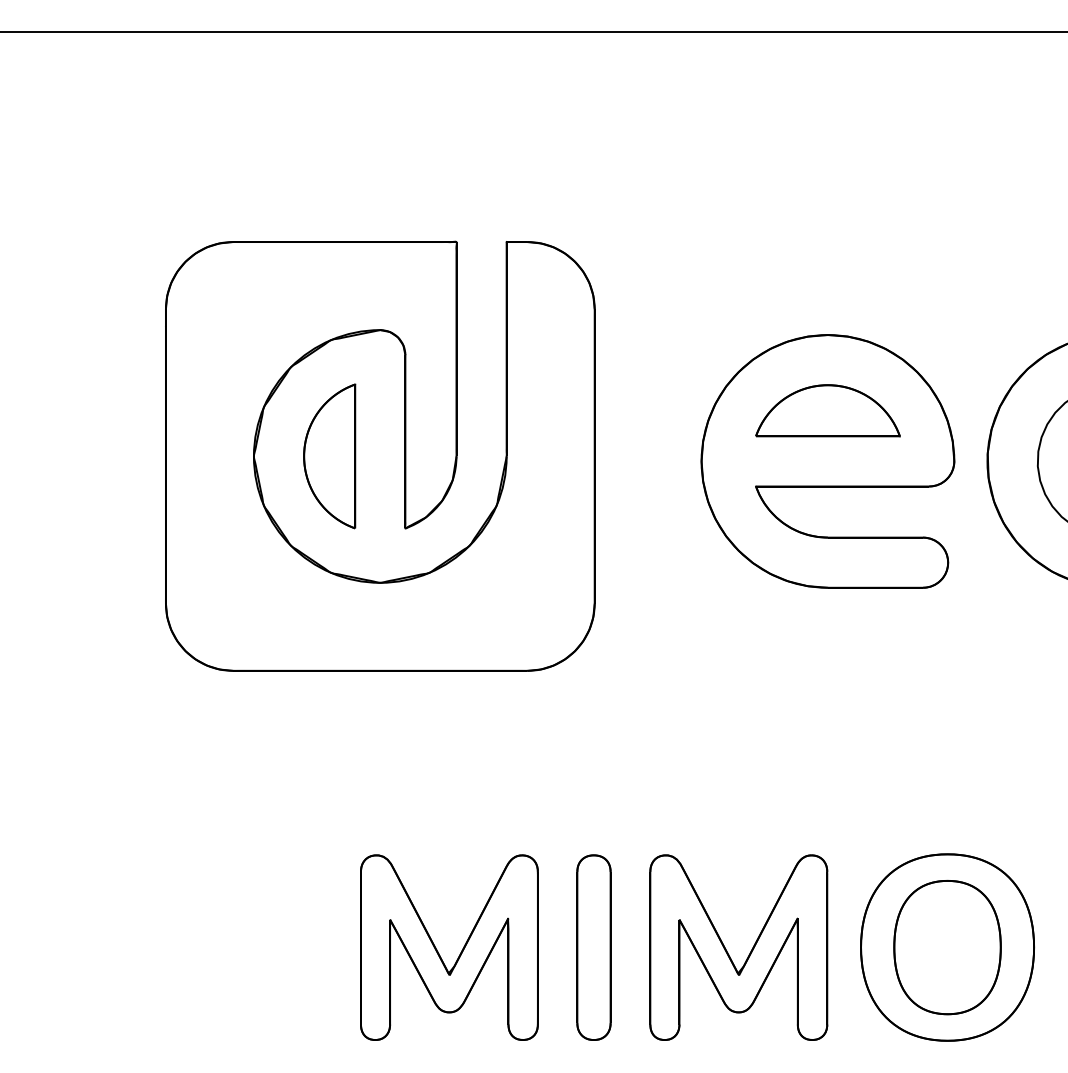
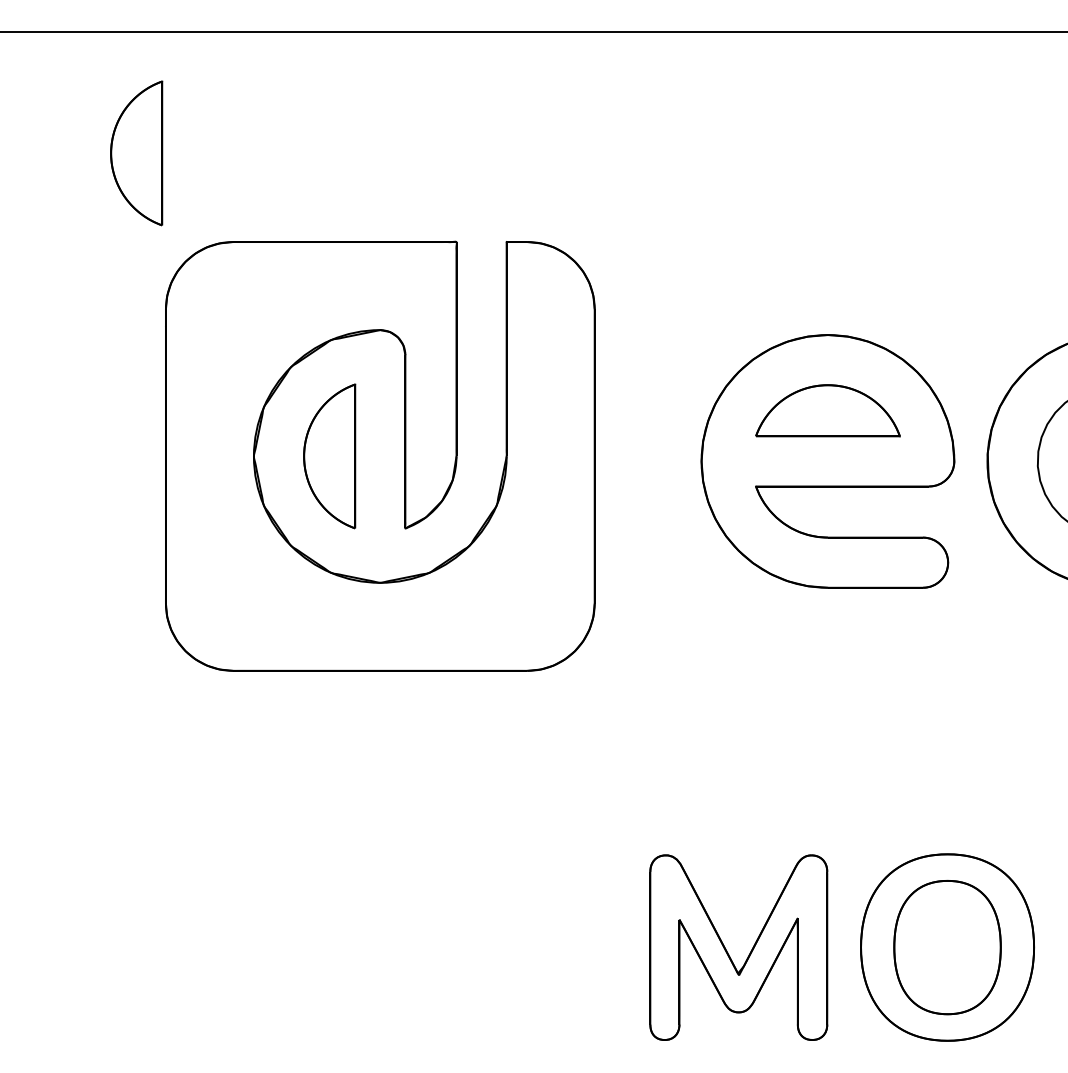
part at (136, 153): none -> present
part at (593, 947): present -> none
part at (439, 953): present -> none
